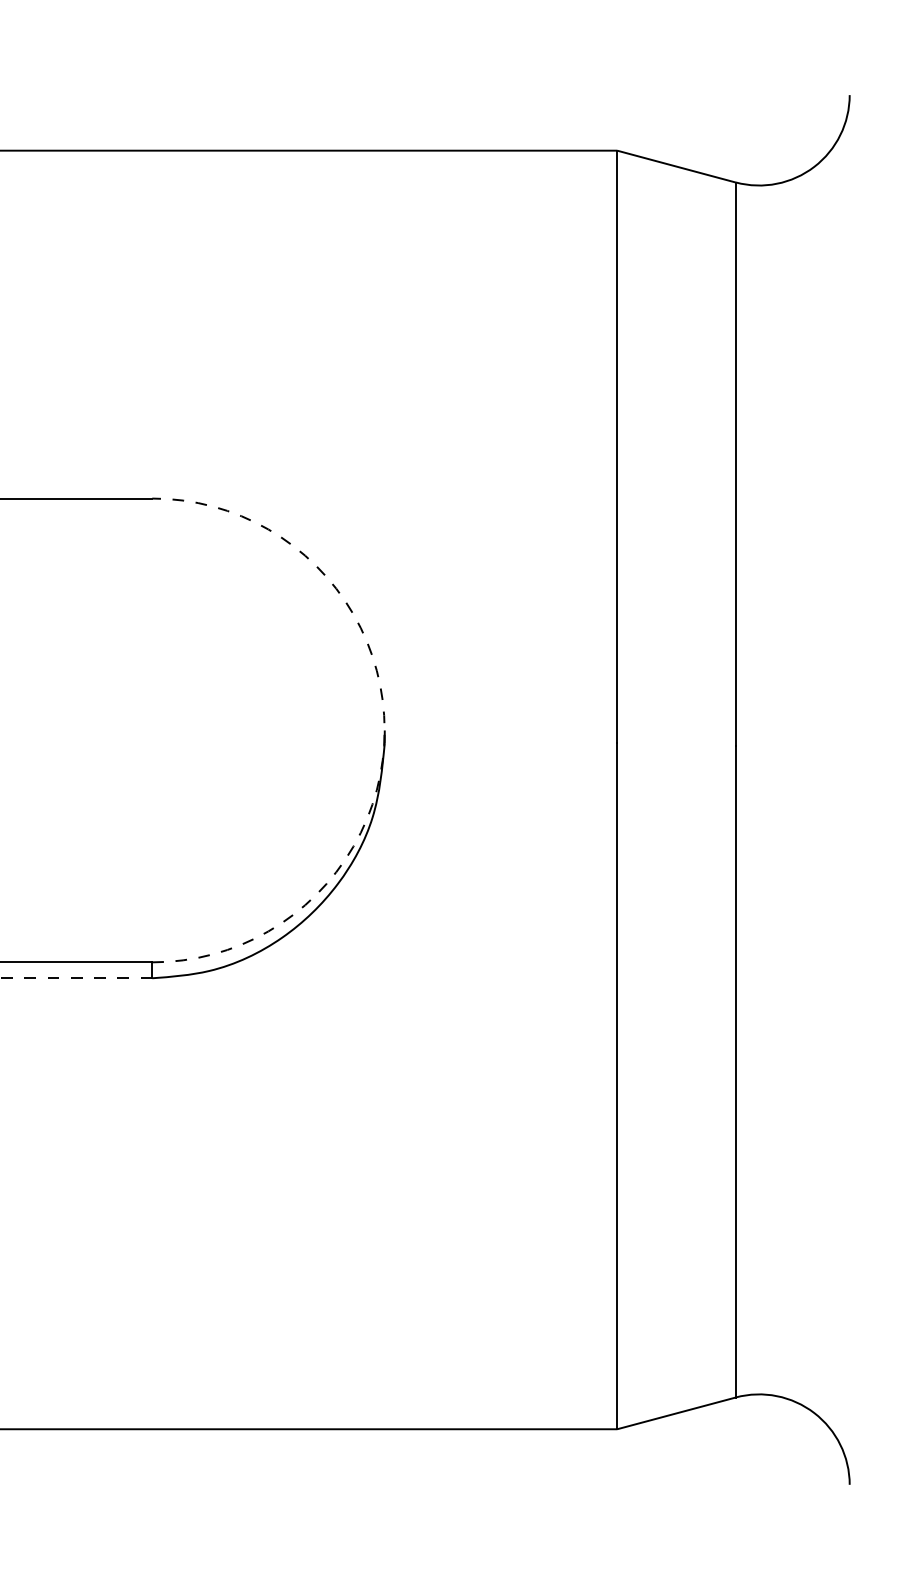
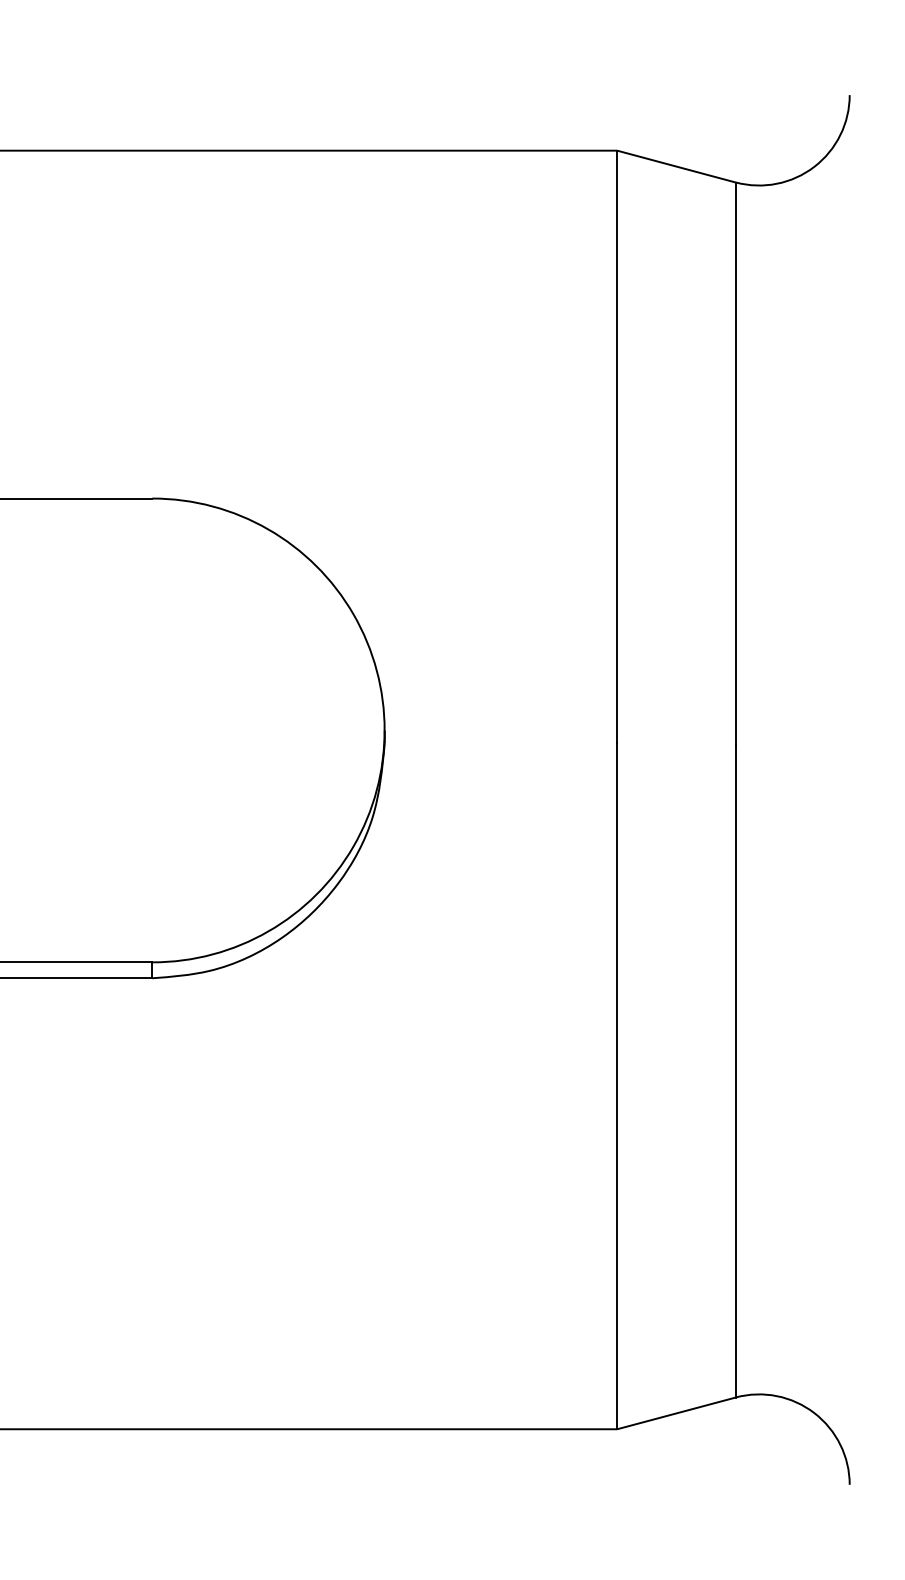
arc at (384, 730): dashed -> solid
line at (76, 978): dashed -> solid
